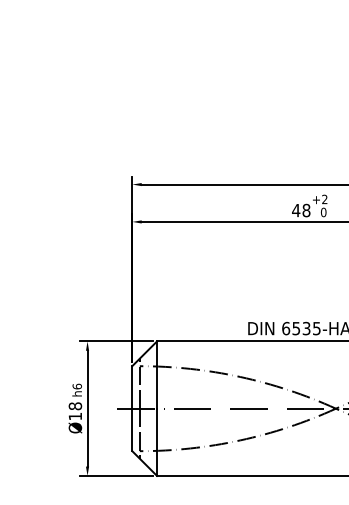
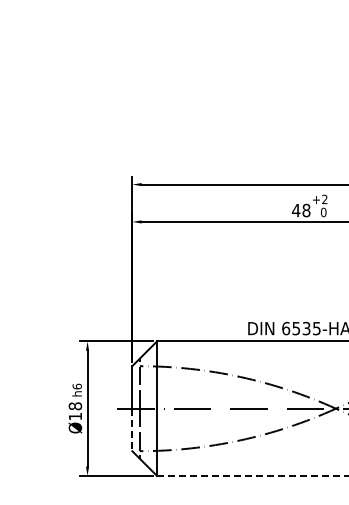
line at (132, 430): solid -> dashed
line at (253, 475): solid -> dashed
